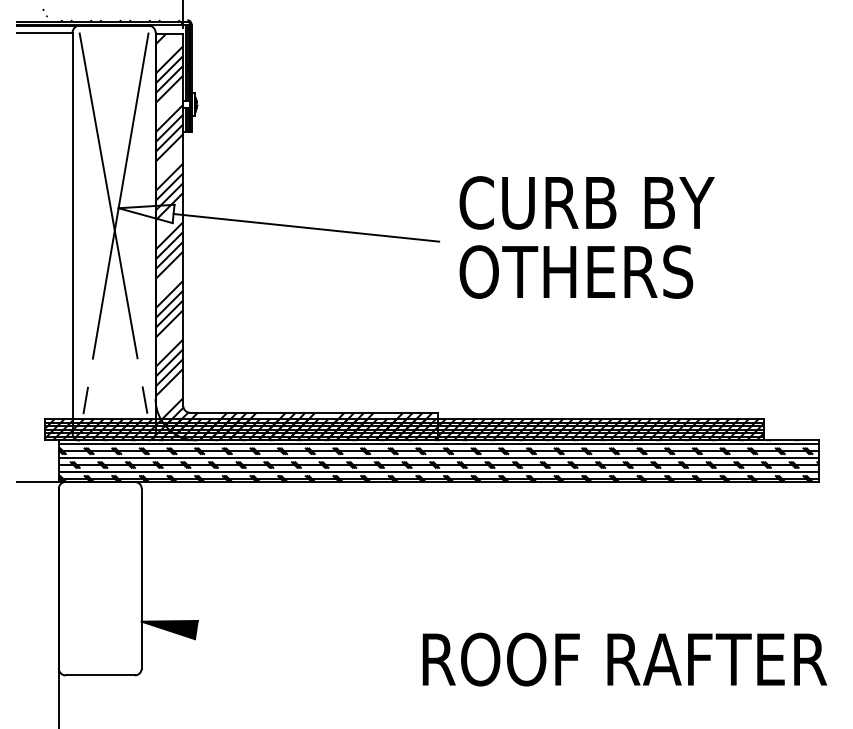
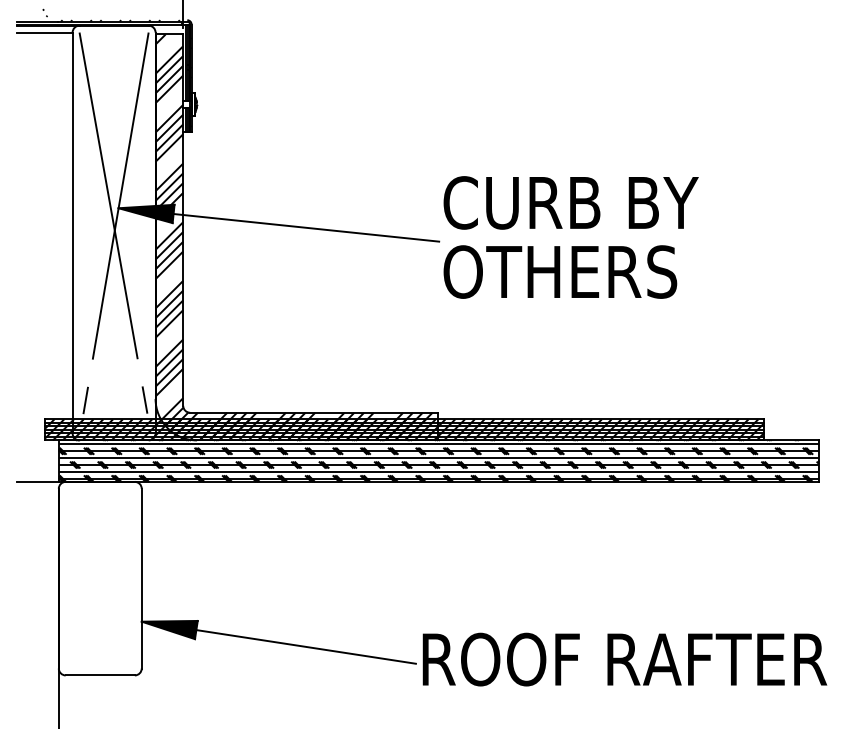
fill at (146, 213): none -> present
text at (586, 237) position: (586, 237) -> (570, 237)
line at (305, 646): none -> present
